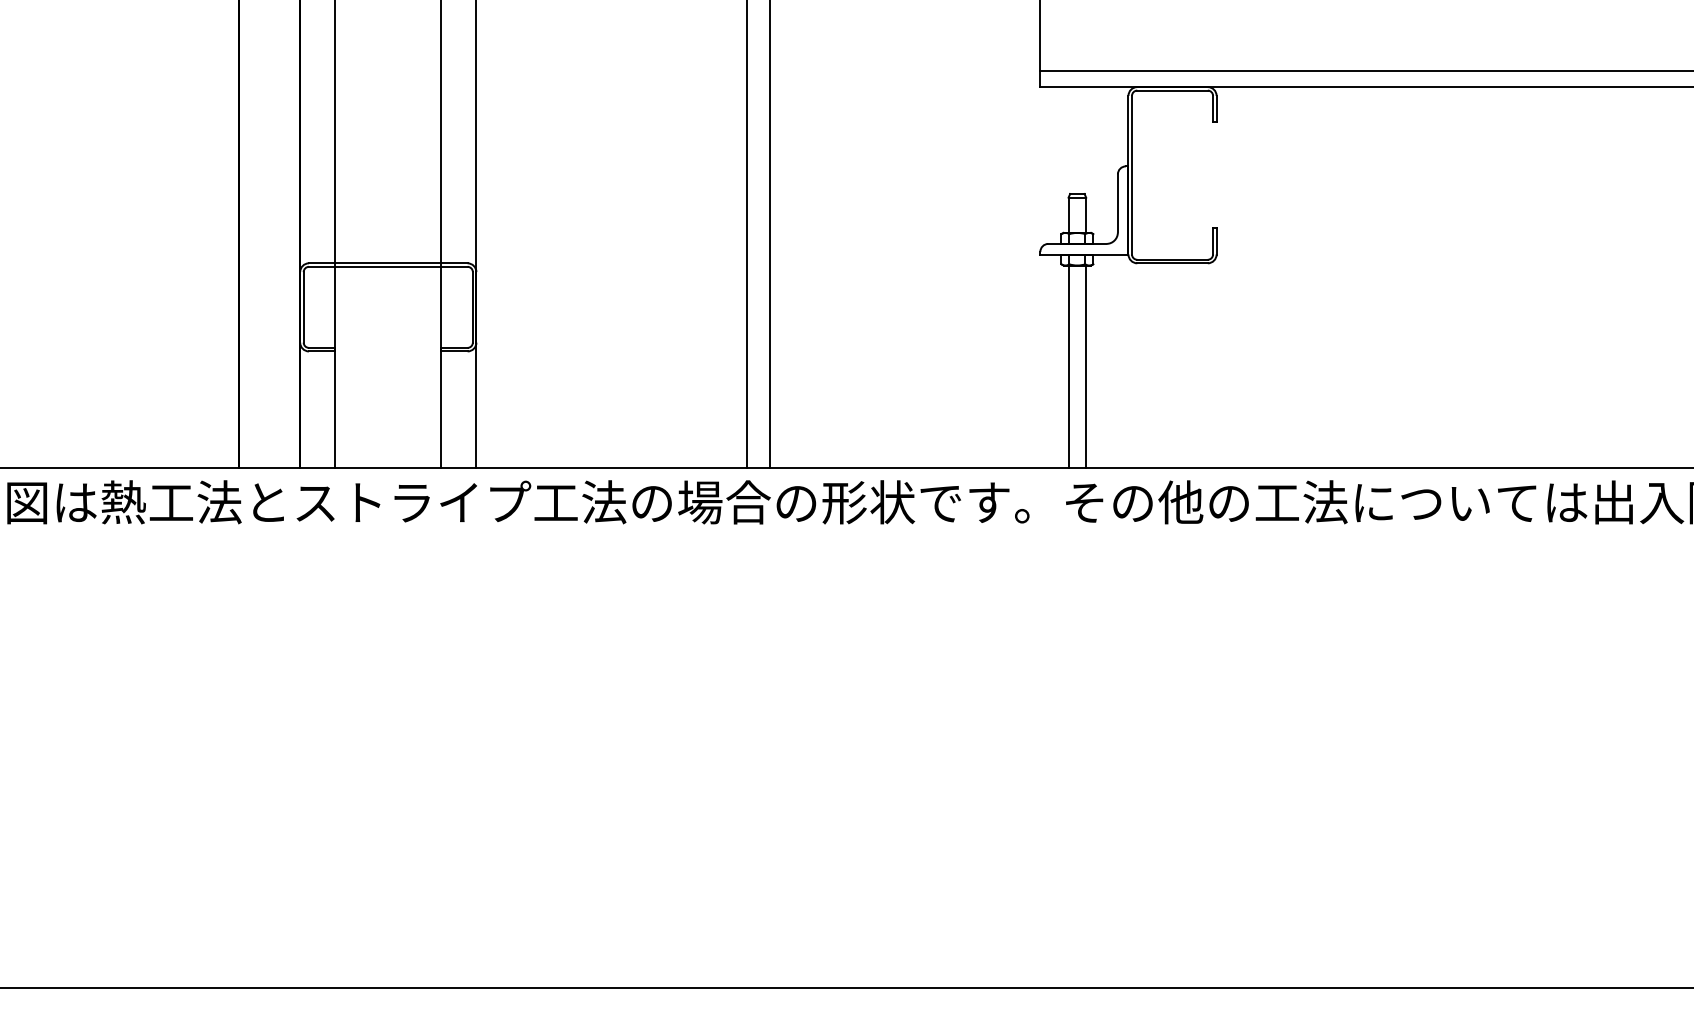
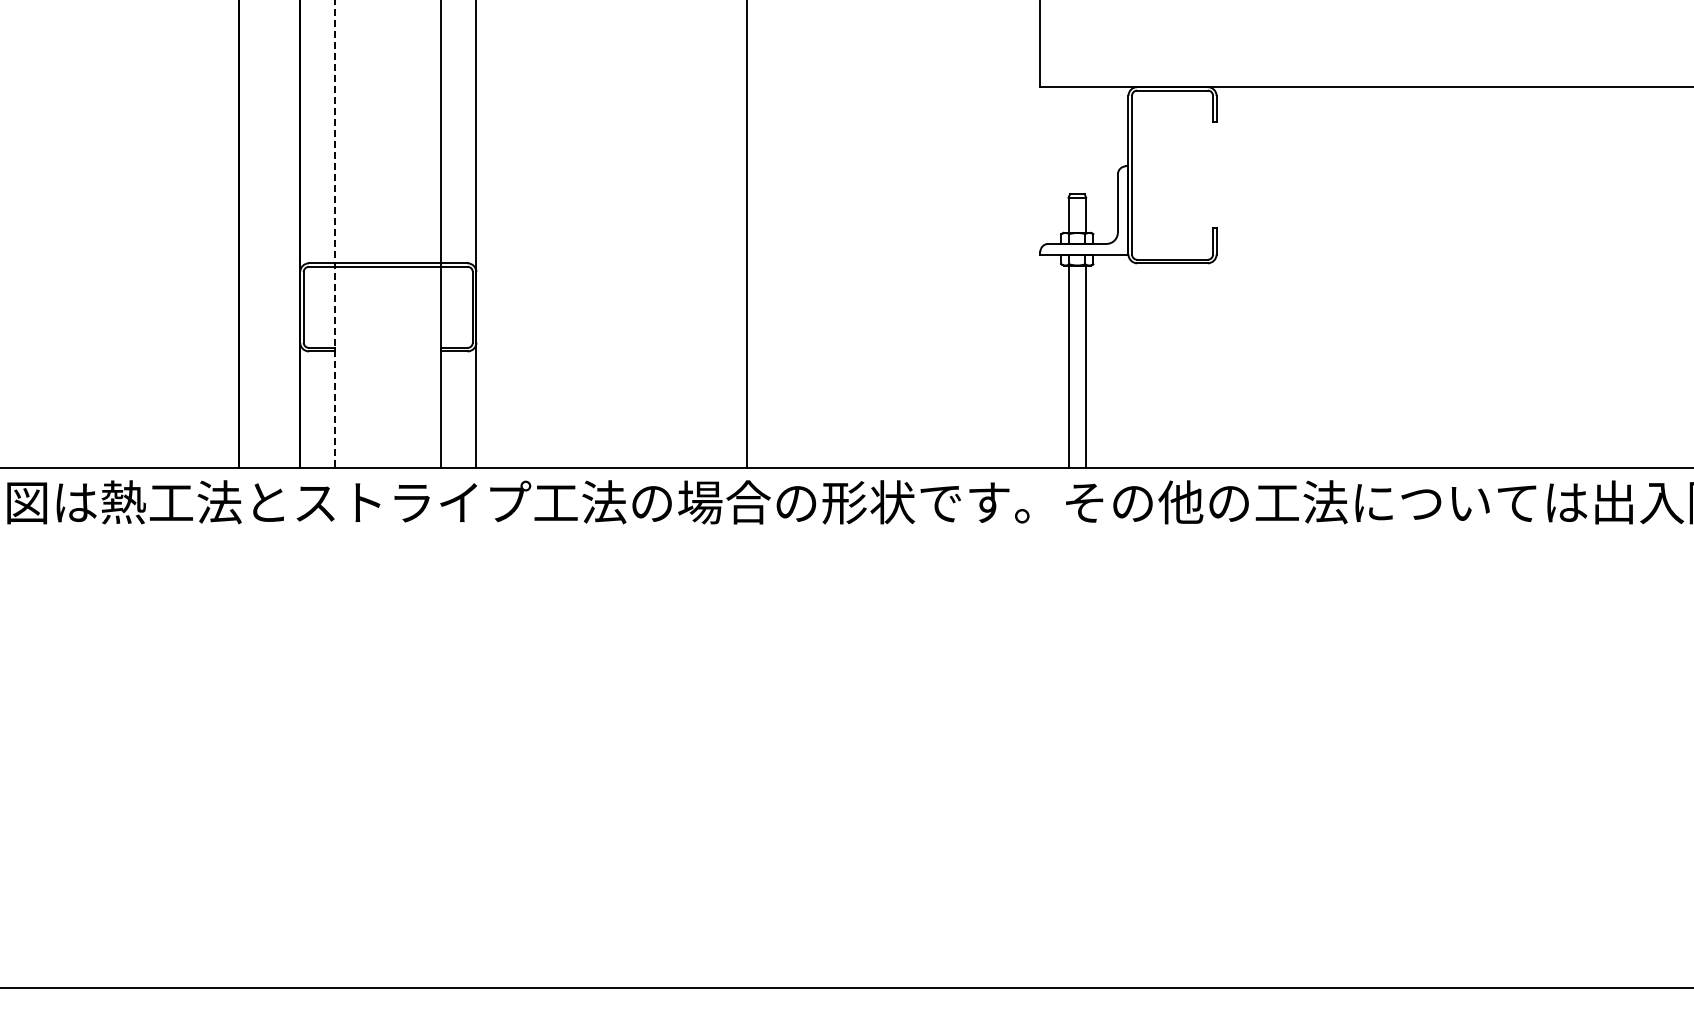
line at (1365, 71): present -> none
line at (335, 234): solid -> dashed
line at (769, 234): present -> none
